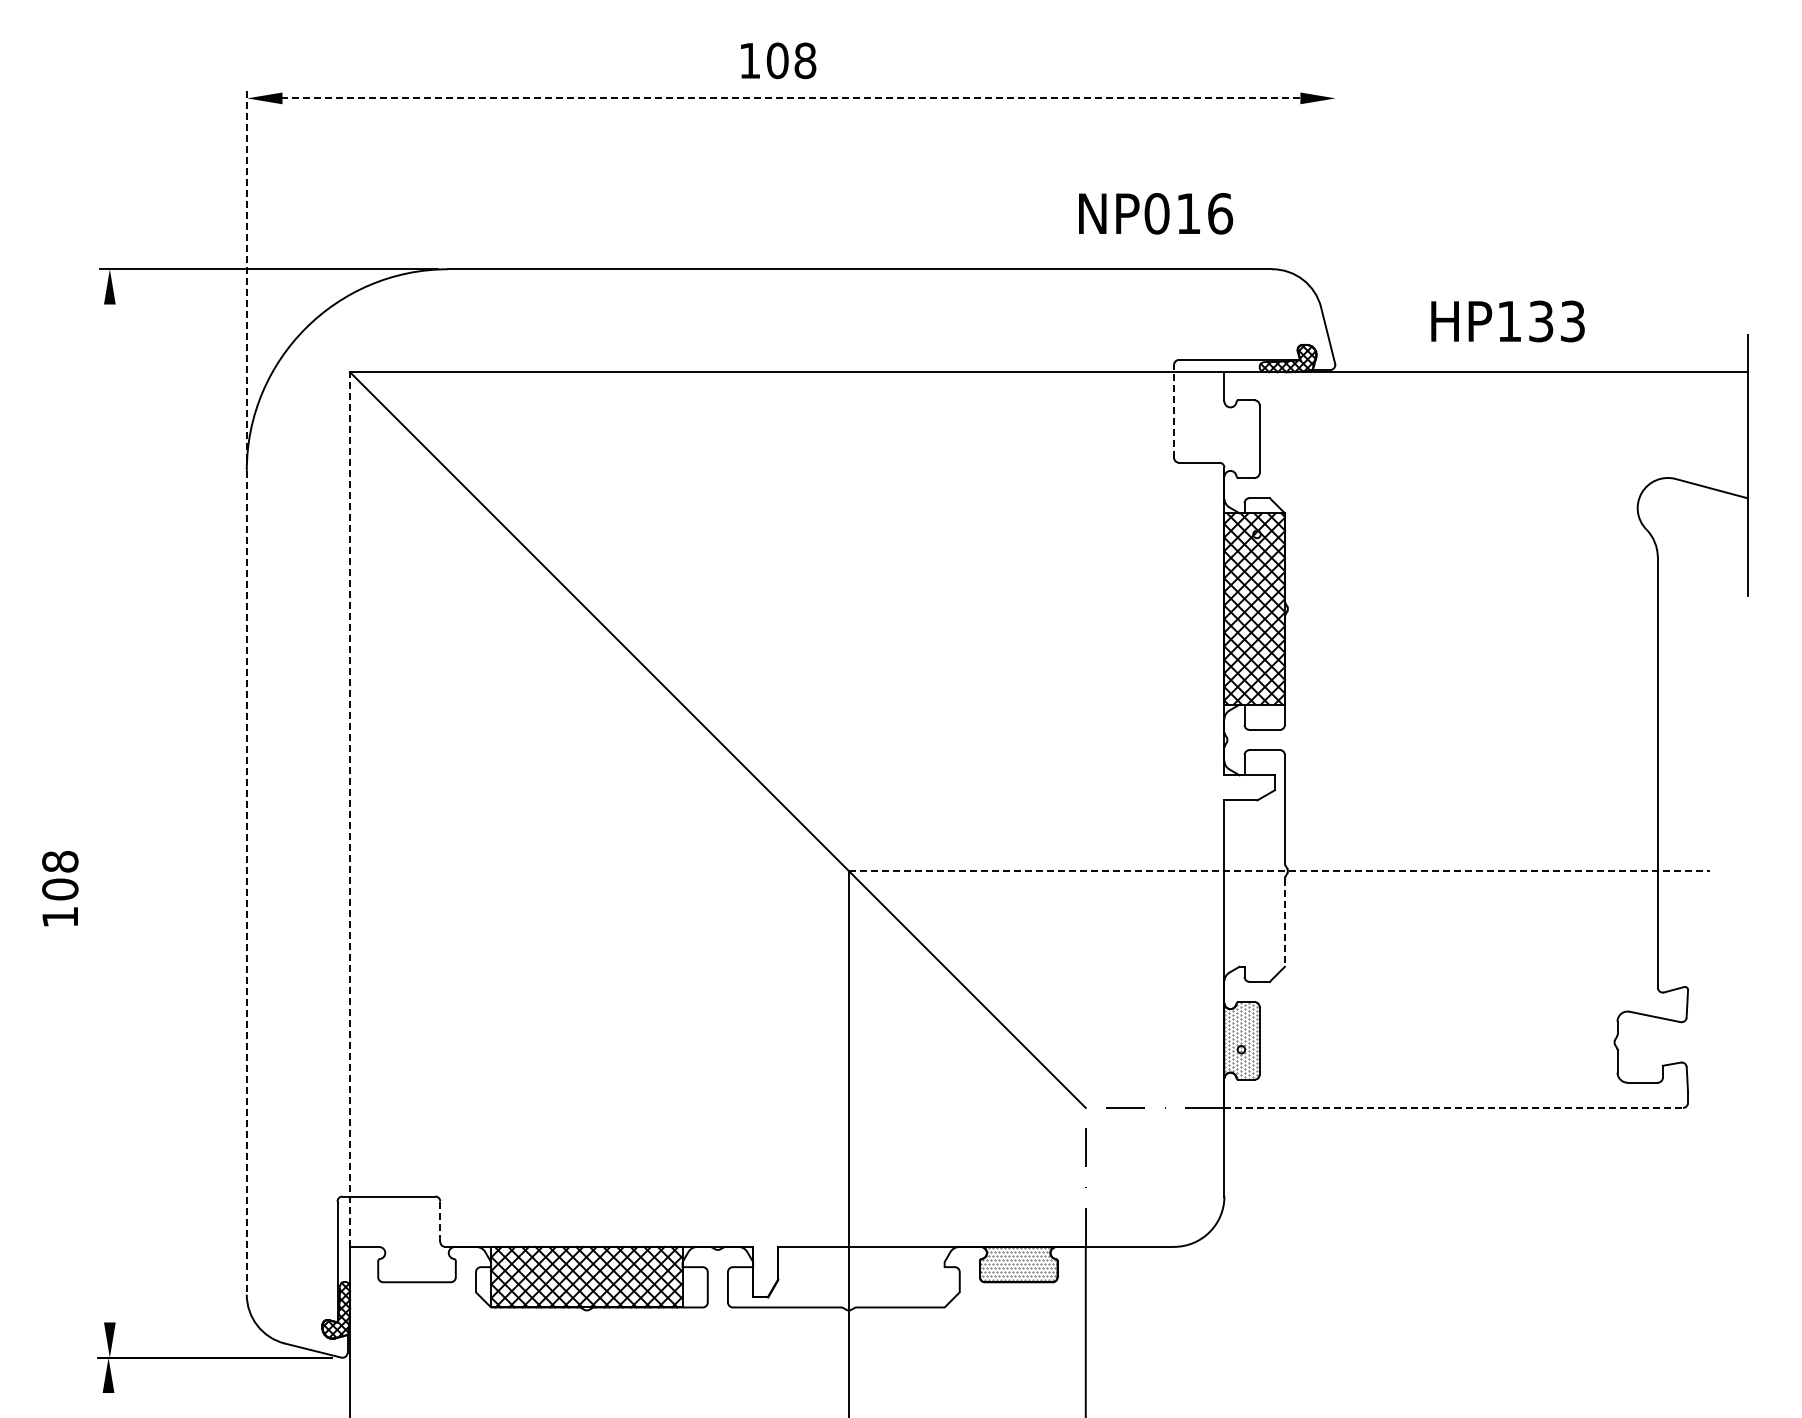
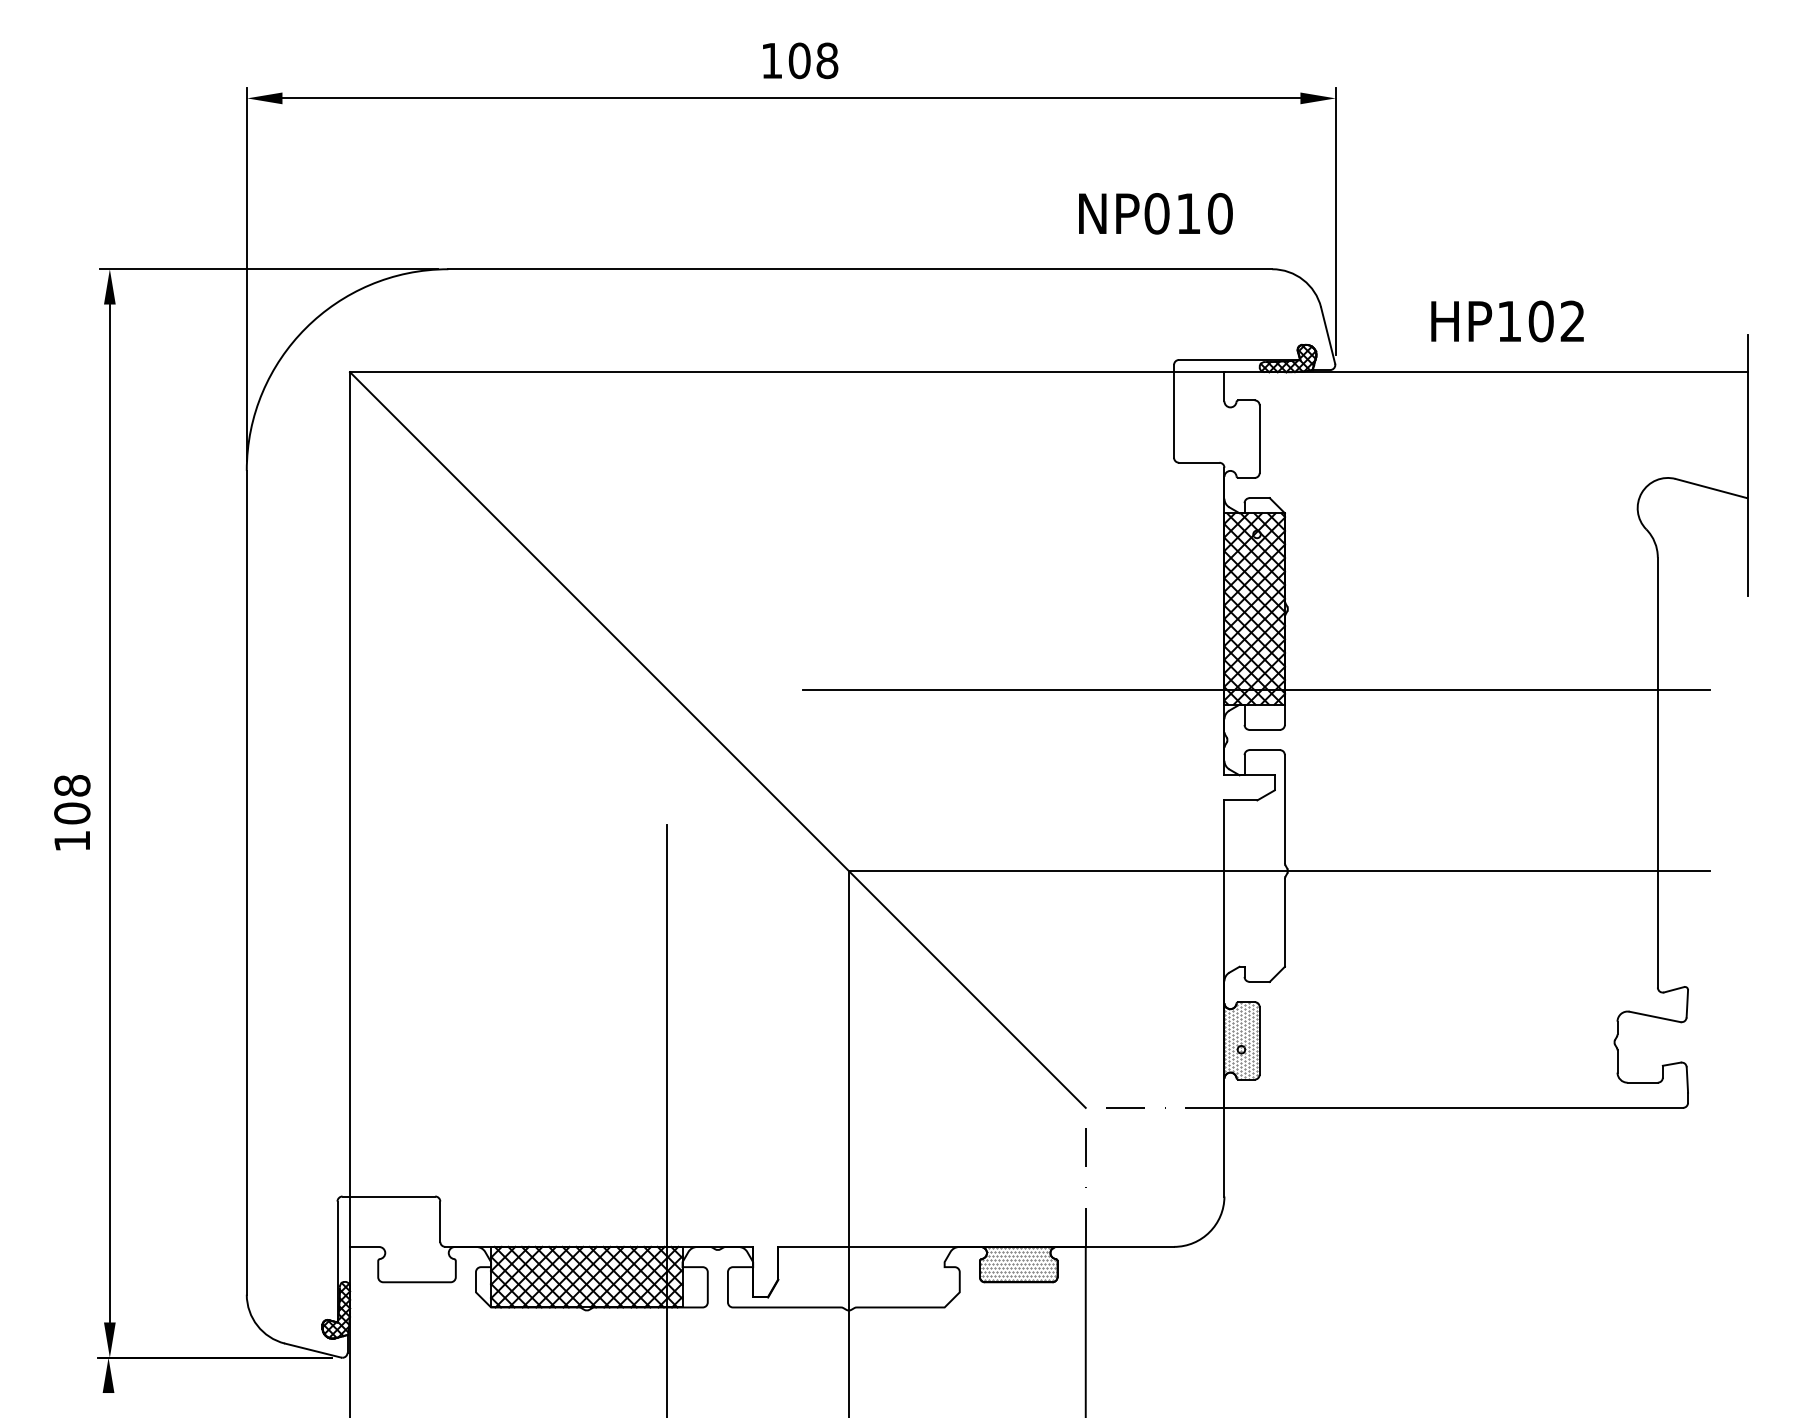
text at (778, 60) position: (778, 60) -> (800, 60)
line at (791, 98): dashed -> solid
text at (1220, 213): NP016 -> NP010
line at (1335, 221): none -> present
line at (247, 274): dashed -> solid
text at (1556, 321): HP133 -> HP102
line at (1174, 410): dashed -> solid
line at (1255, 690): none -> present
line at (350, 809): dashed -> solid
line at (109, 813): none -> present
line at (1279, 871): dashed -> solid
line at (246, 882): dashed -> solid
text at (60, 888) position: (60, 888) -> (72, 812)
line at (1284, 922): dashed -> solid
line at (1454, 1107): dashed -> solid
line at (667, 1119): none -> present
line at (440, 1222): dashed -> solid
